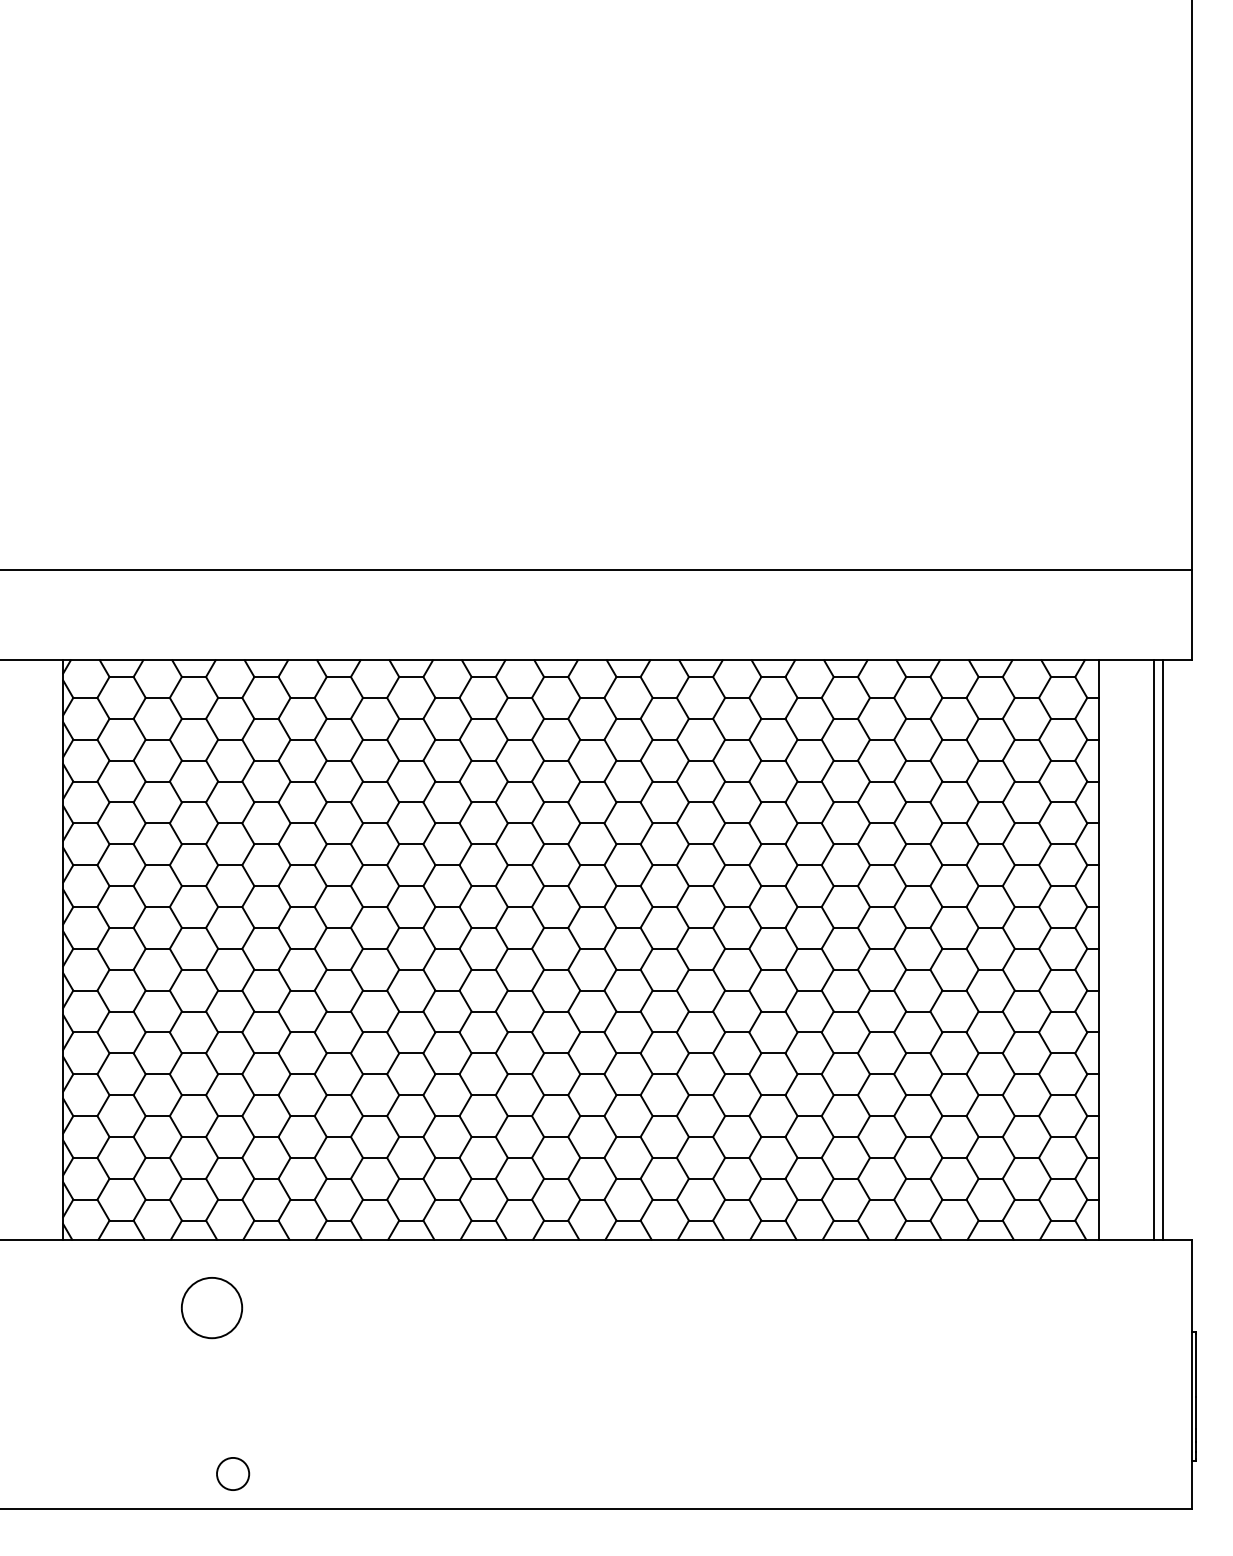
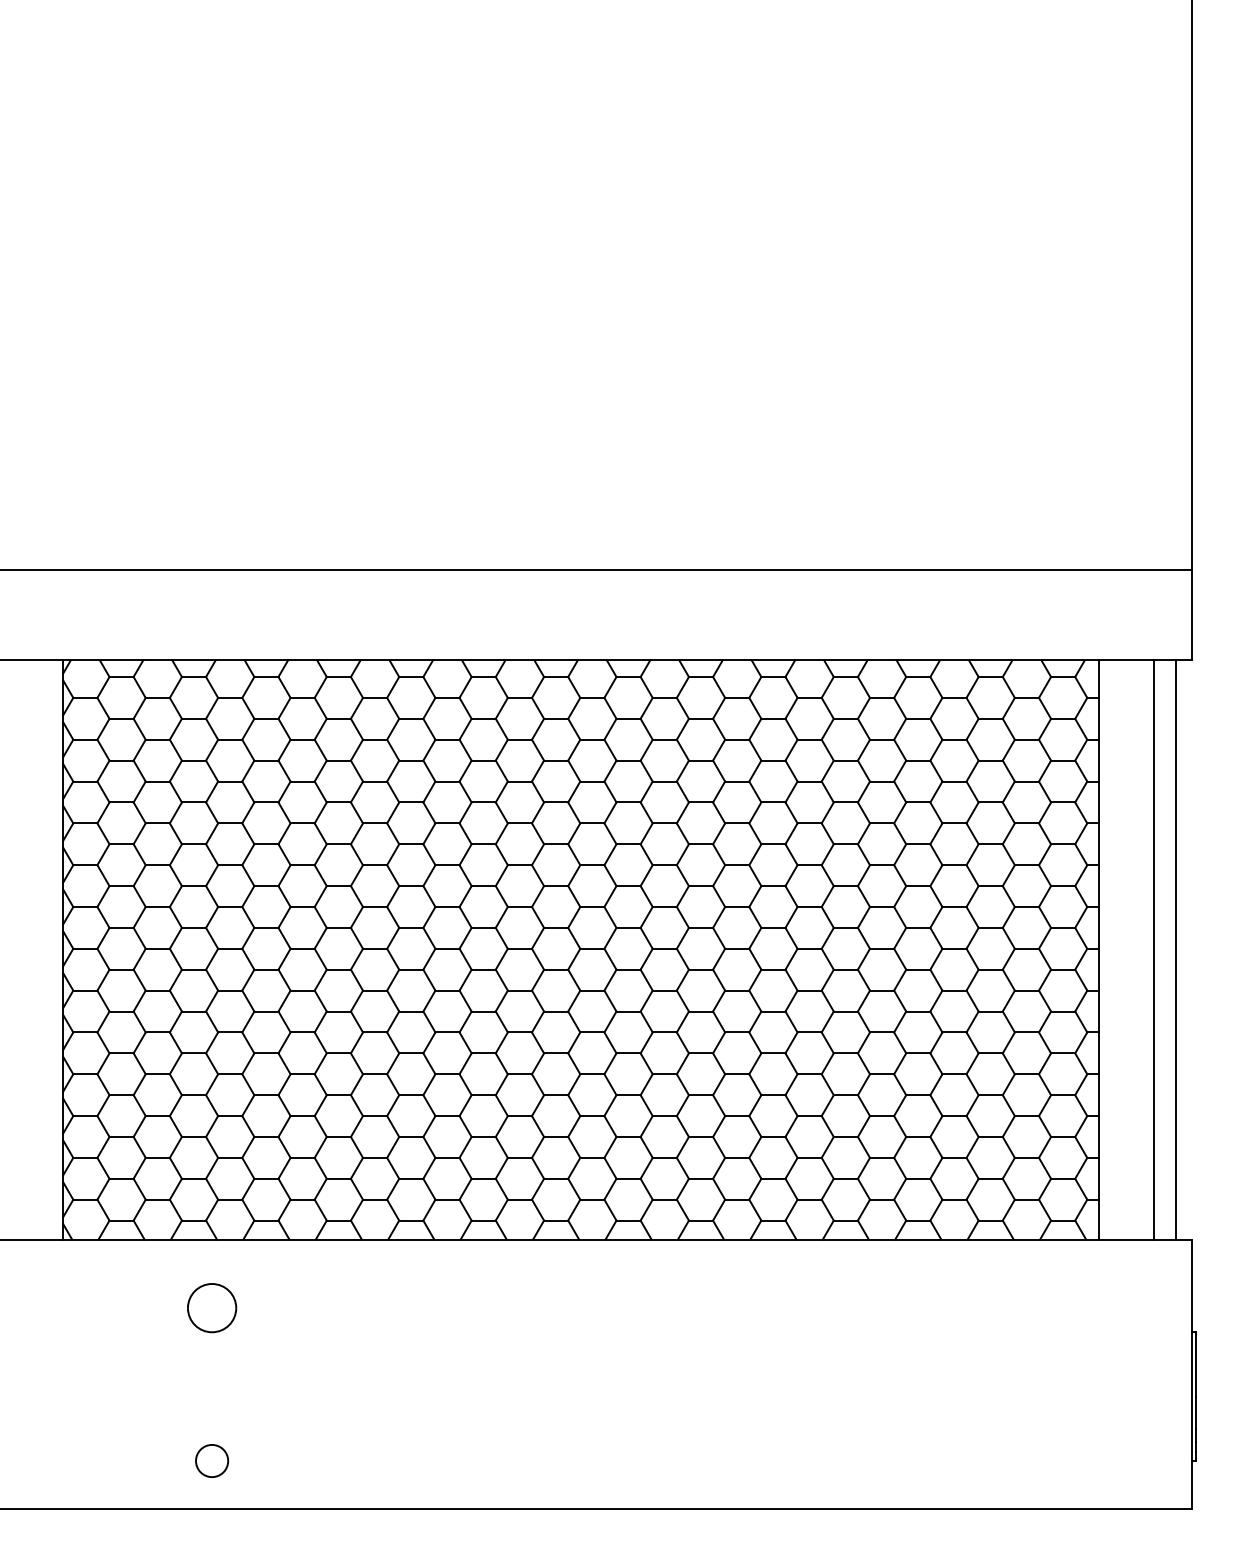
line at (1162, 949) position: (1162, 949) -> (1175, 949)
part at (212, 1308) size: 63x63 px -> 51x51 px
part at (233, 1473) position: (233, 1473) -> (212, 1460)
